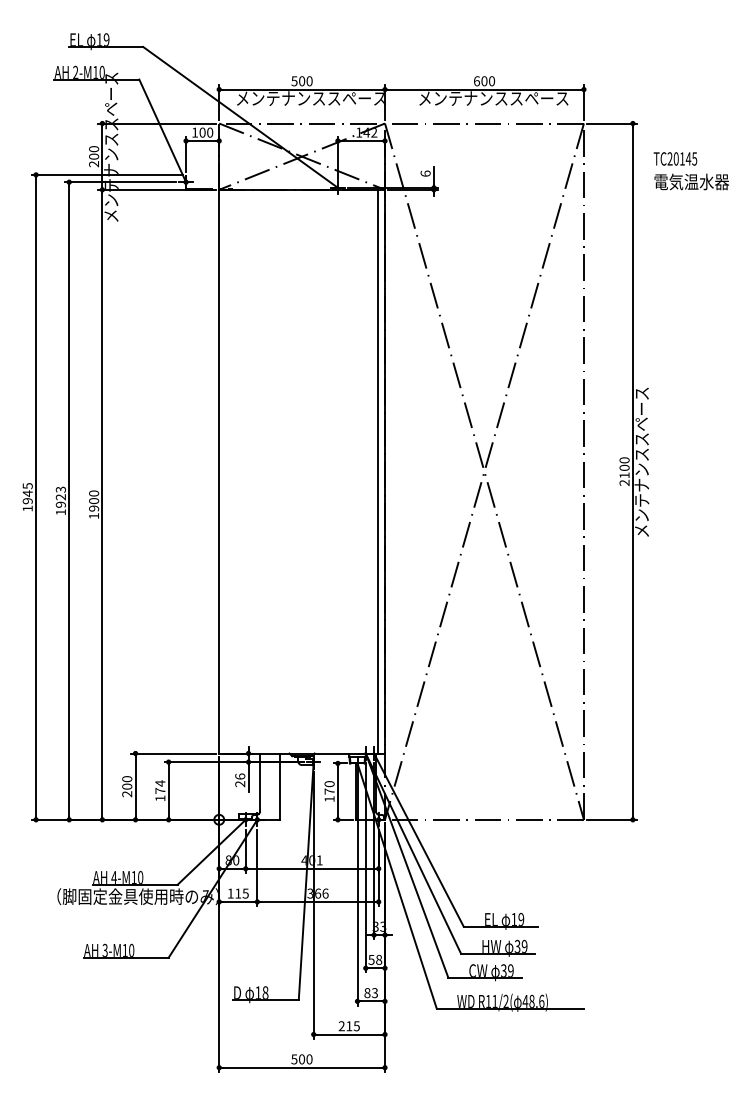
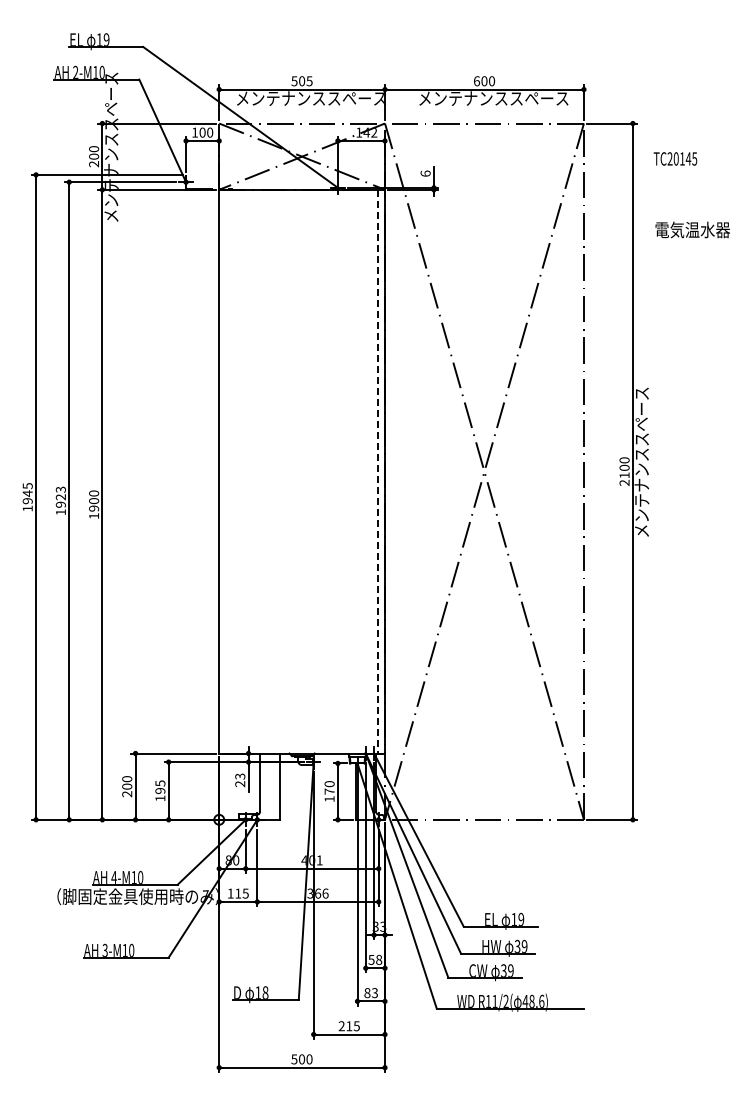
text at (309, 81): 500 -> 505
text at (691, 181) position: (691, 181) -> (692, 229)
line at (378, 471): solid -> dashed
text at (240, 776): 26 -> 23
text at (160, 787): 174 -> 195
